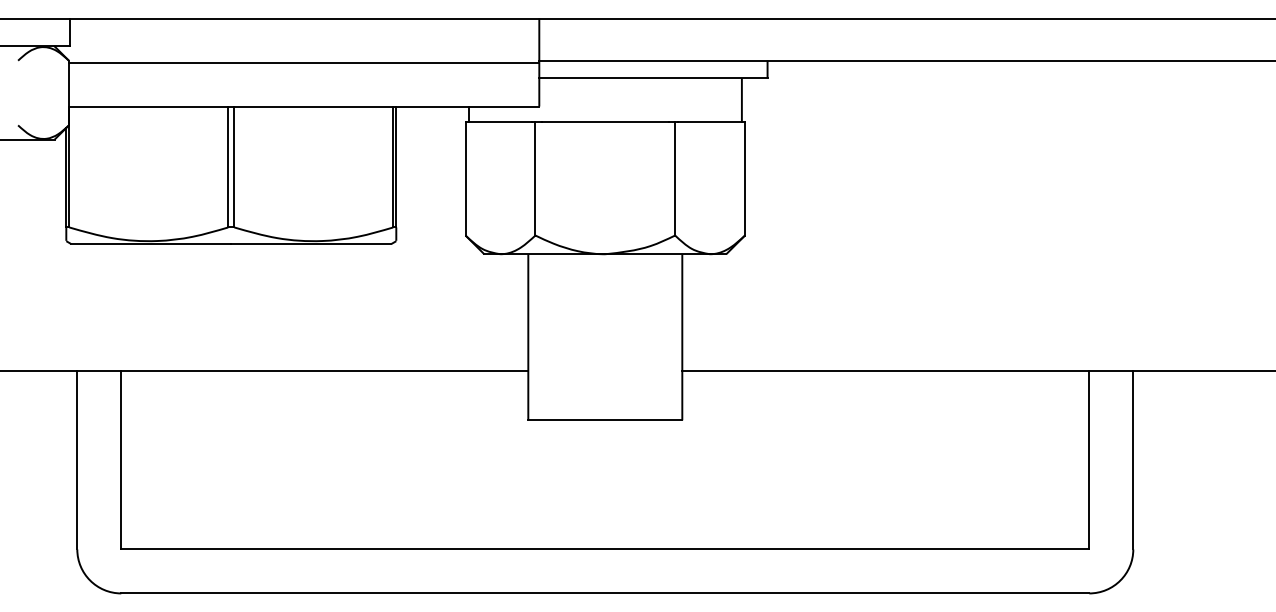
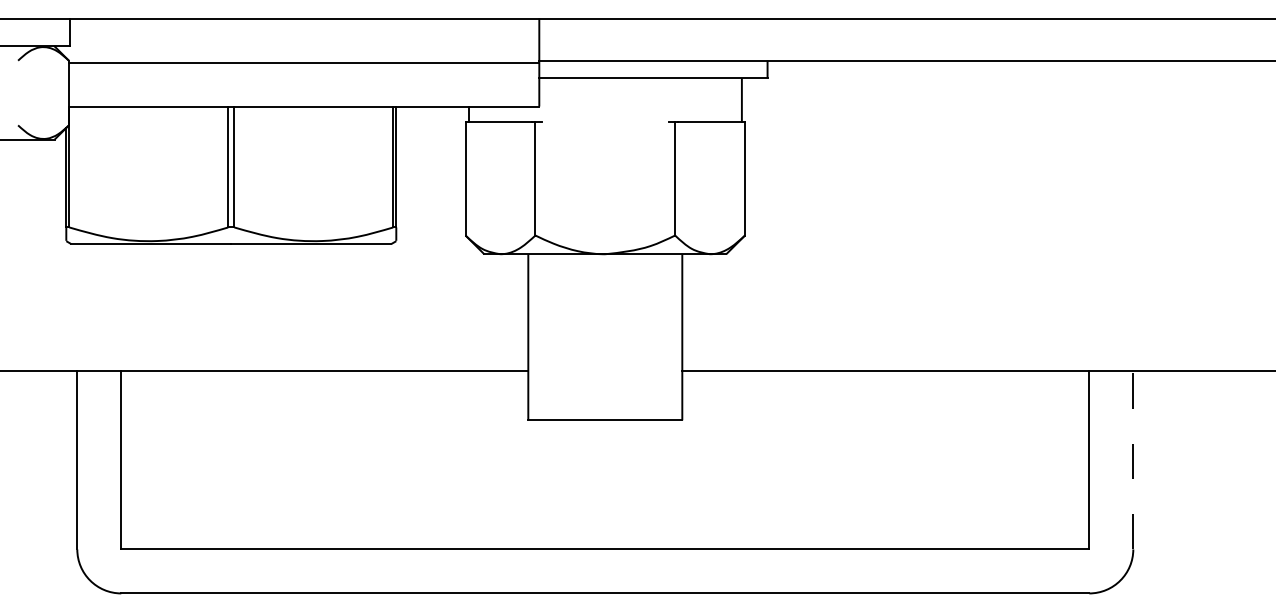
line at (604, 122): present -> none
line at (1133, 459): solid -> dashed
